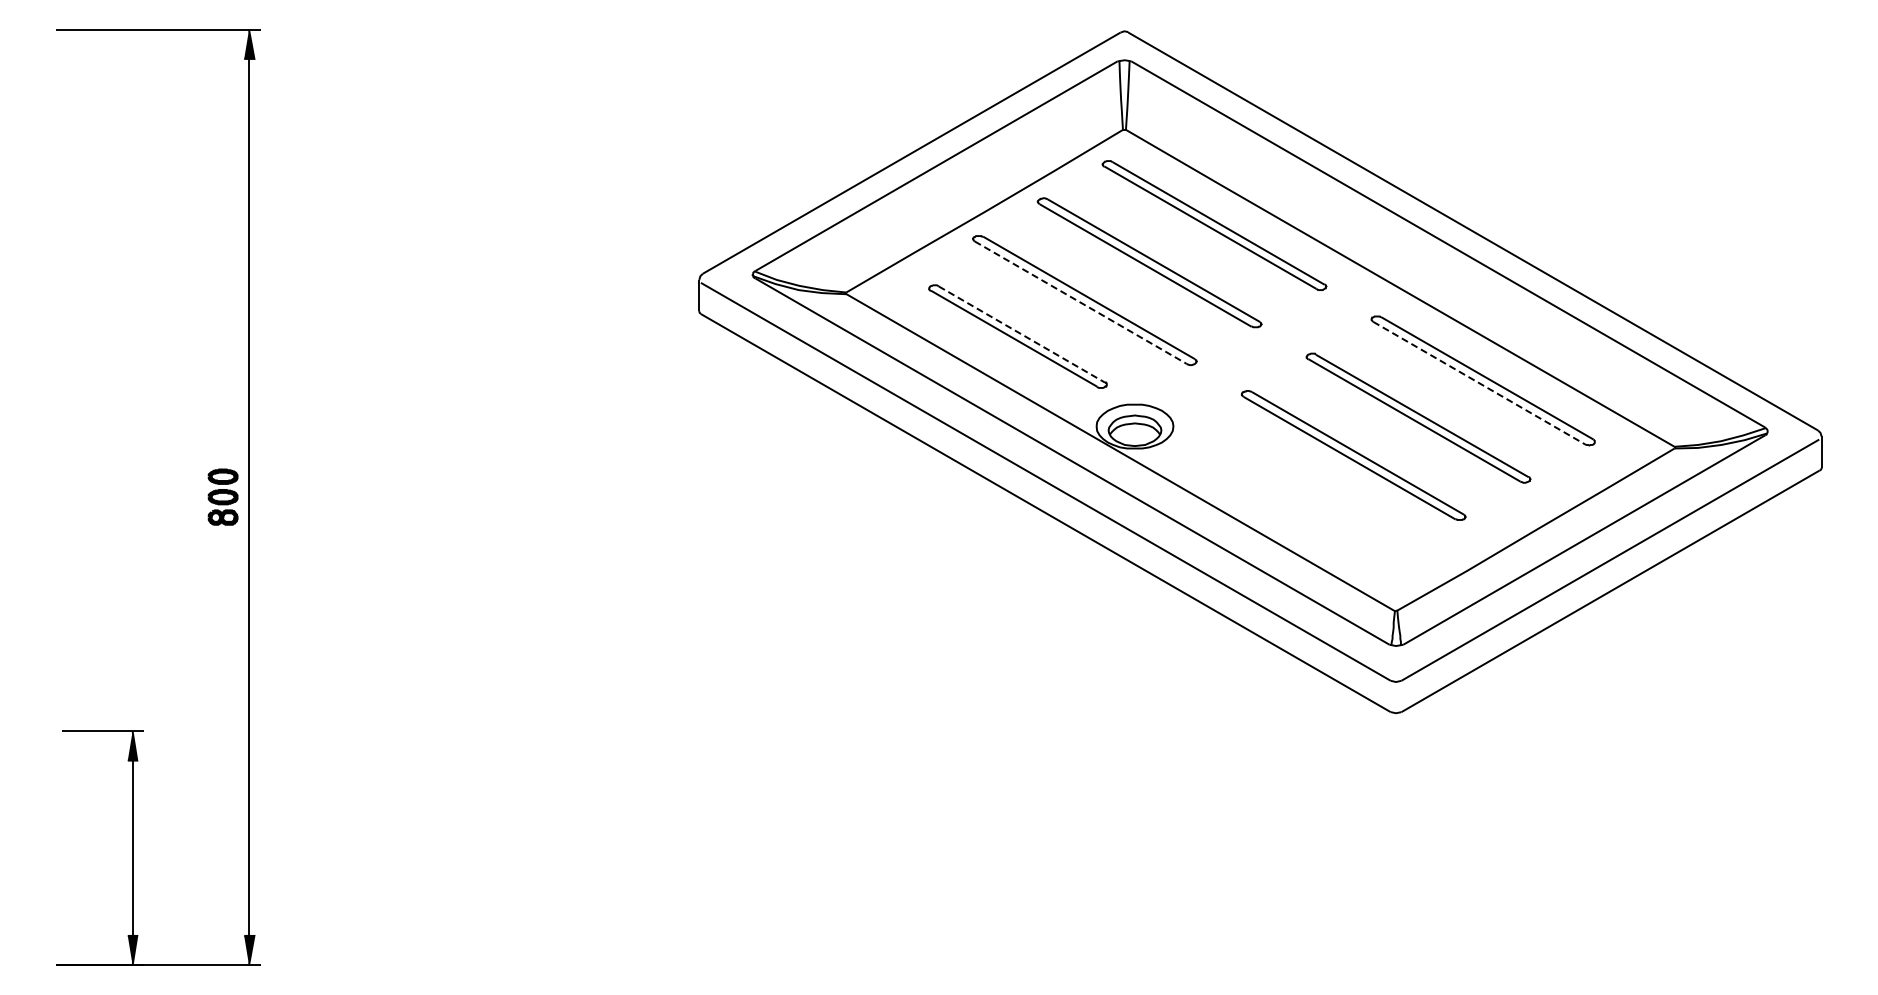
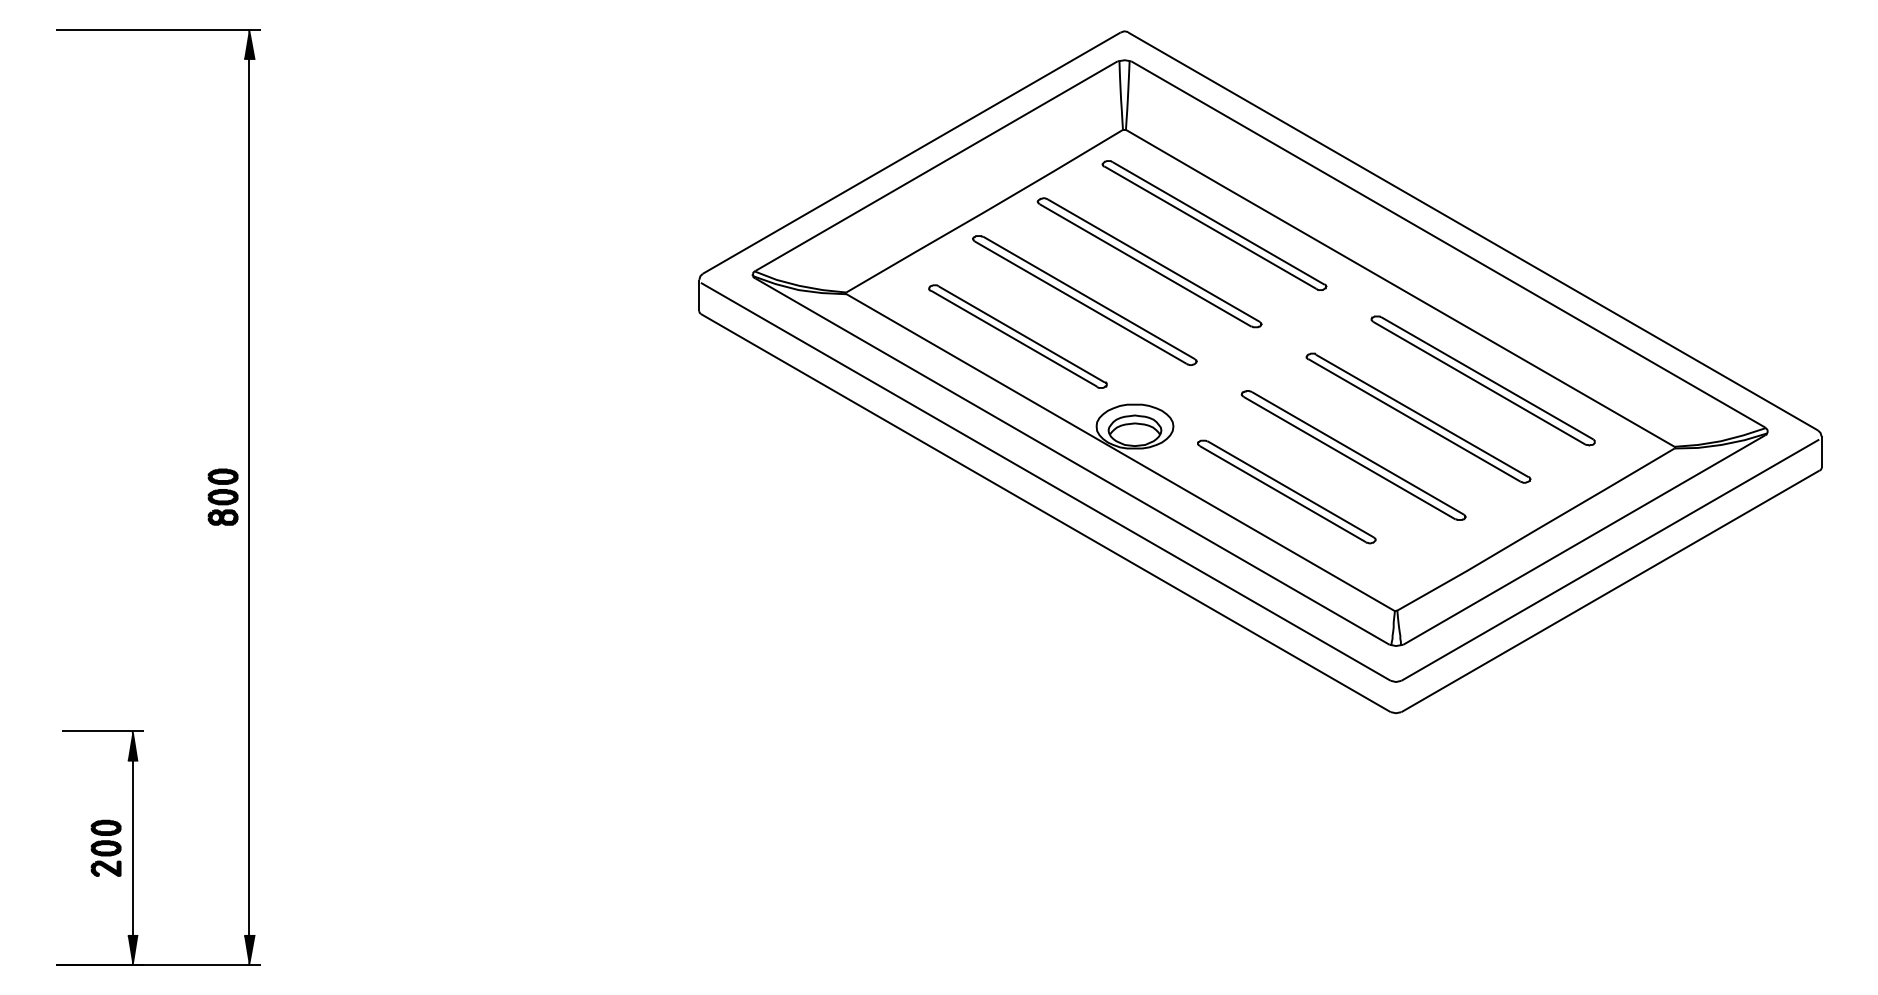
line at (1081, 302): dashed -> solid
line at (1022, 334): dashed -> solid
line at (1479, 383): dashed -> solid
part at (1286, 491): none -> present
part at (105, 847): none -> present
